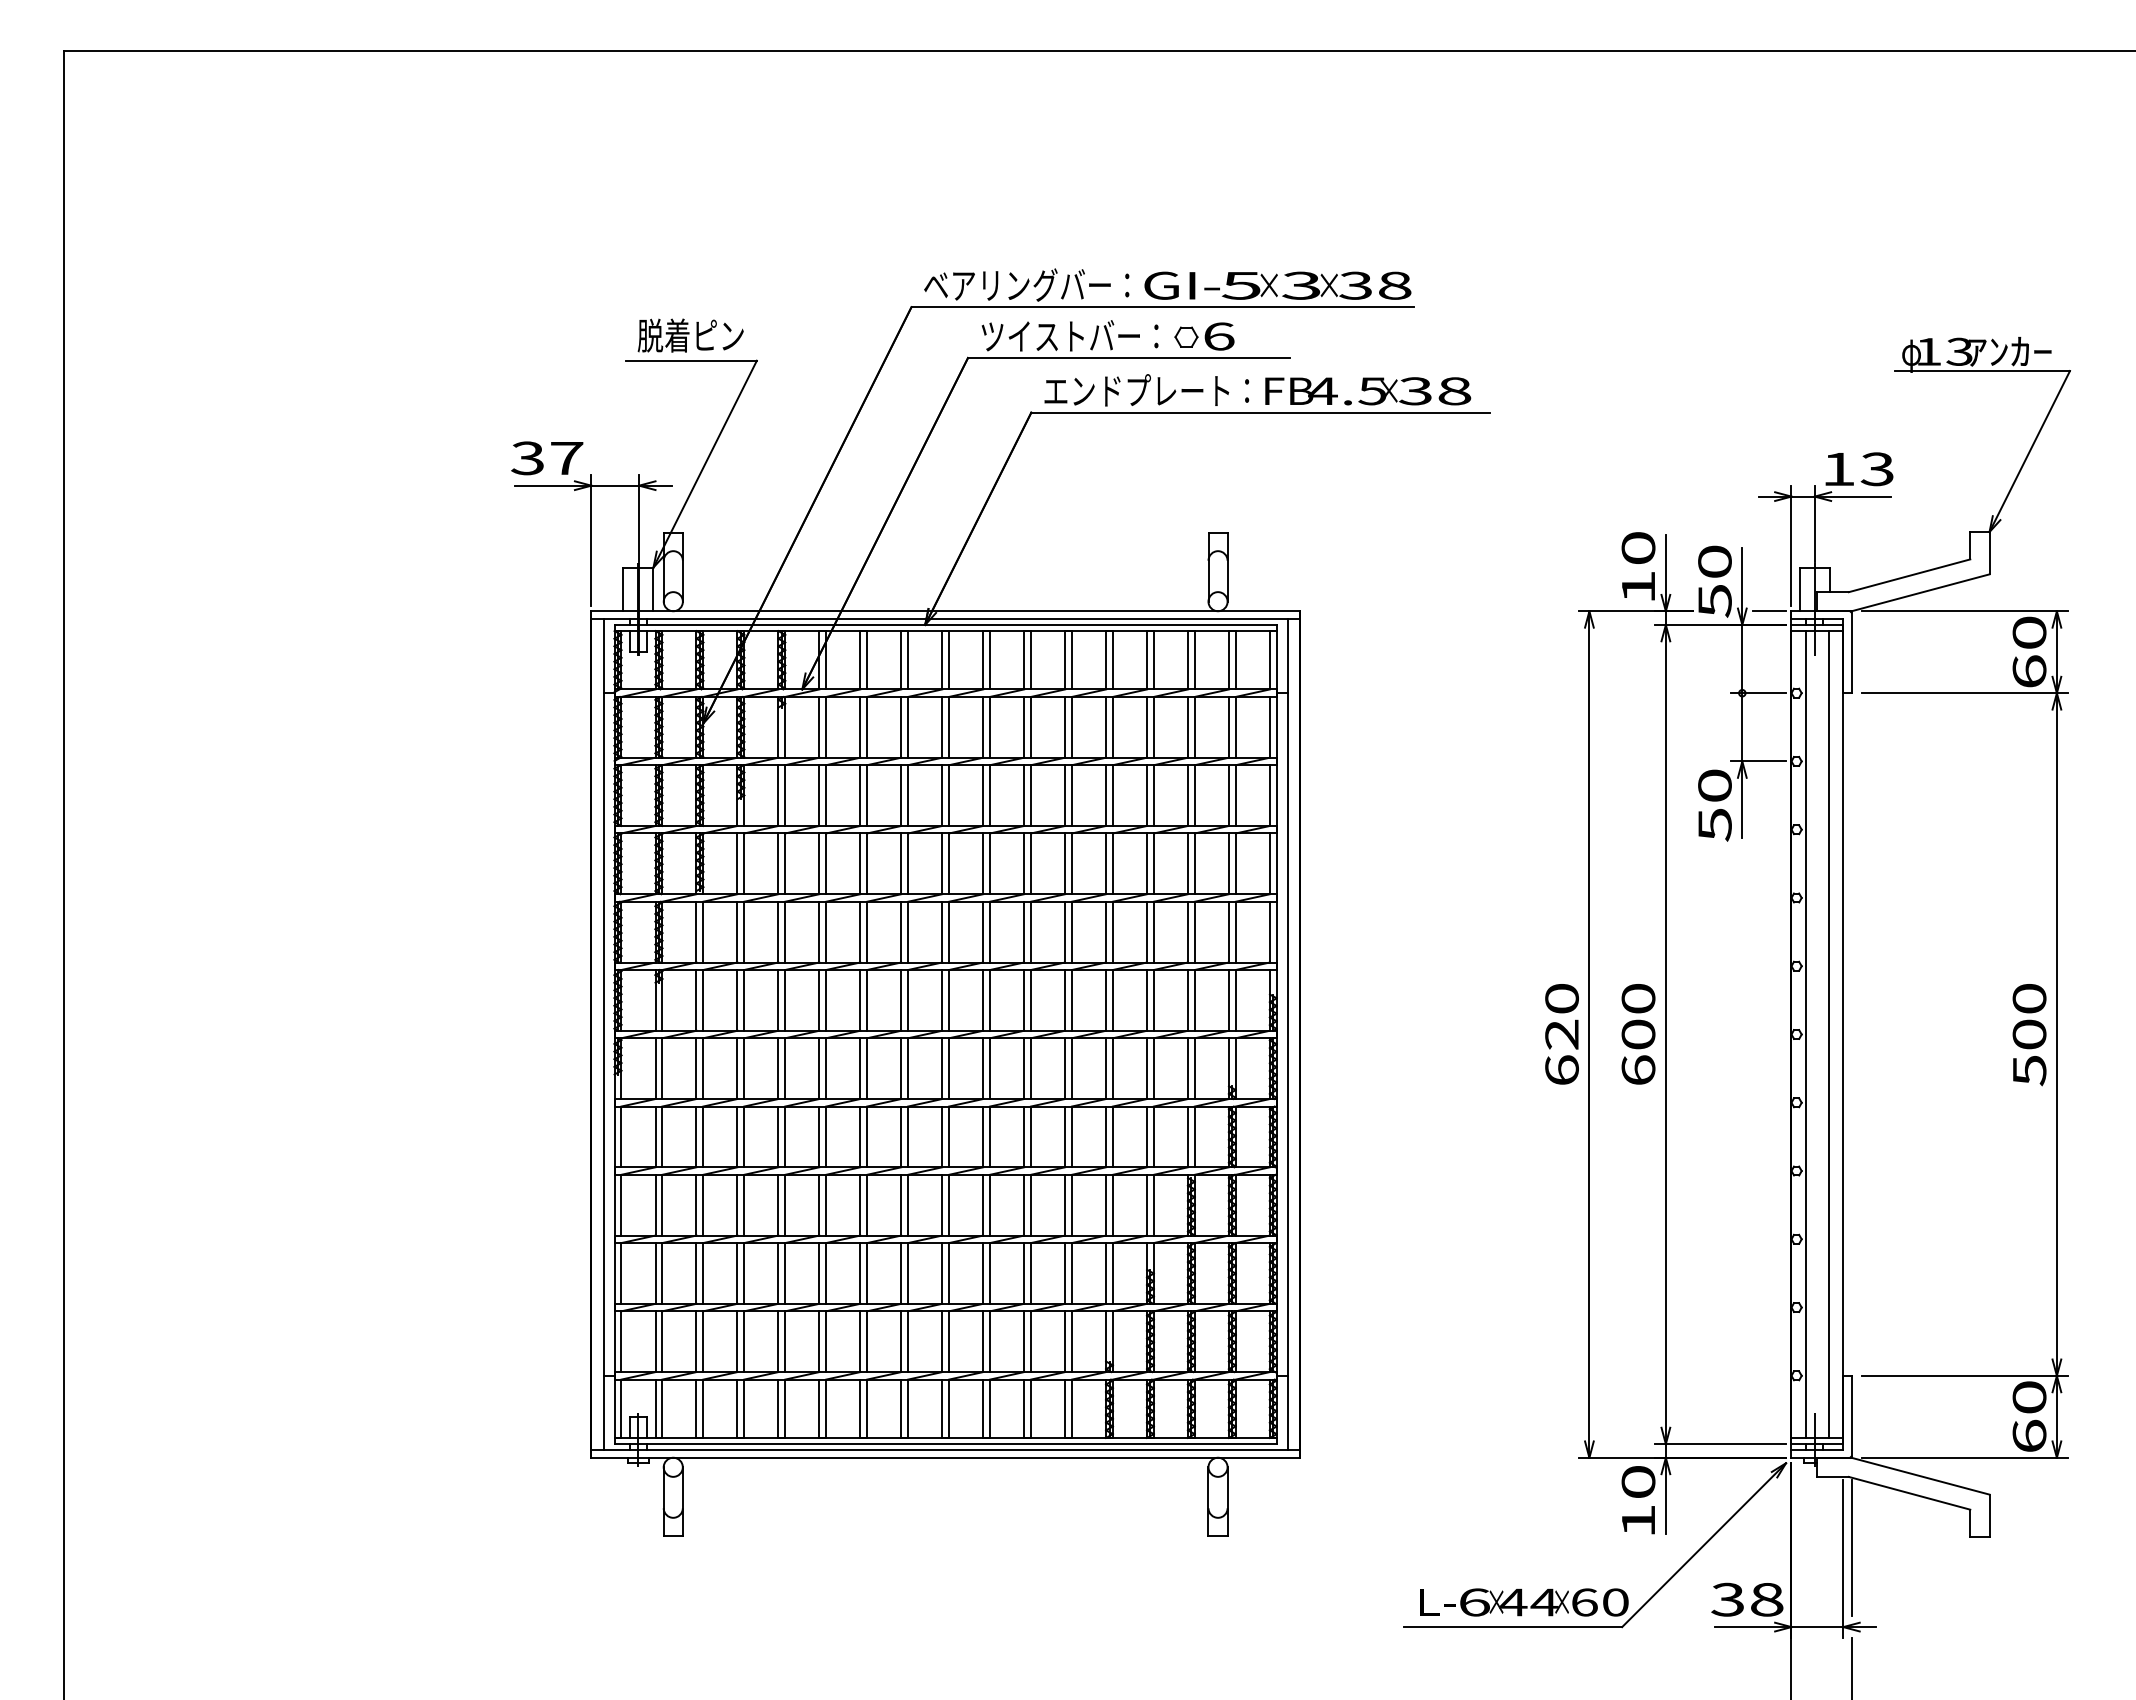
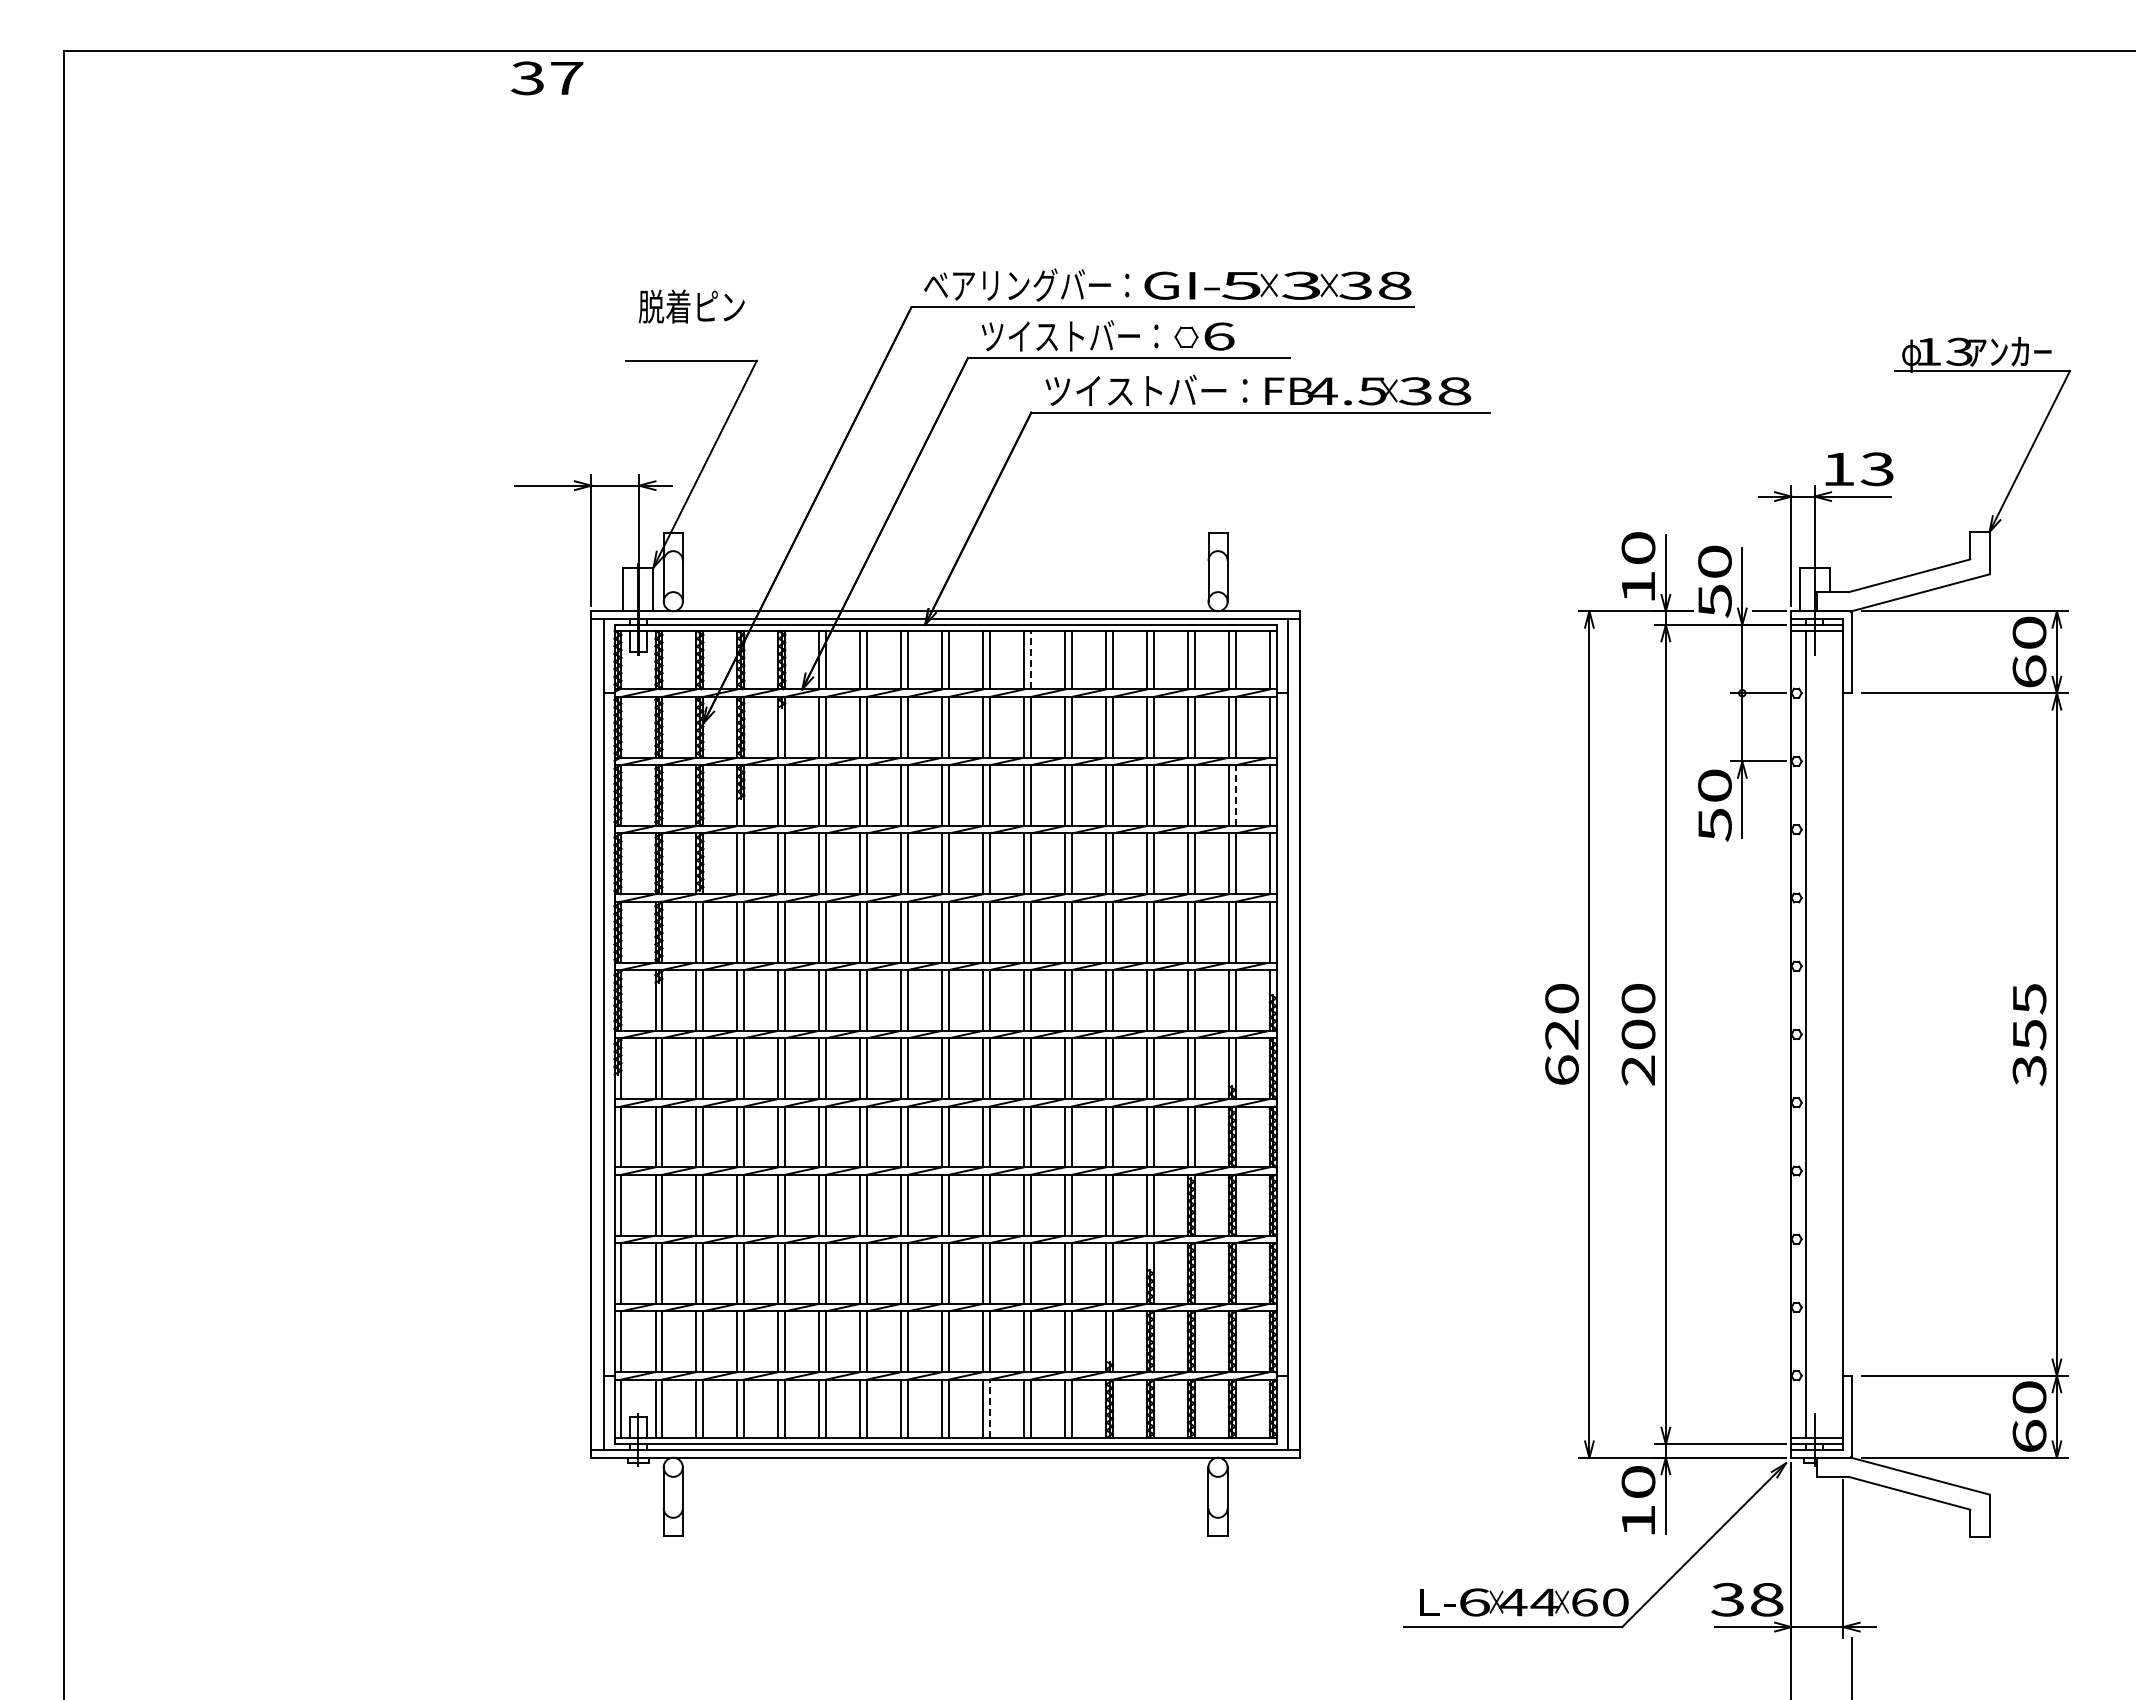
text at (690, 335) position: (690, 335) -> (691, 306)
text at (1146, 390): エンドプレート： -> ツイストバー：
text at (547, 458) position: (547, 458) -> (547, 78)
line at (1030, 659): solid -> dashed
line at (1235, 795): solid -> dashed
line at (1829, 1034): present -> none
text at (2029, 1035): 500 -> 355
text at (1638, 1070): 600 -> 200
line at (990, 1408): solid -> dashed
line at (1851, 1547): present -> none
